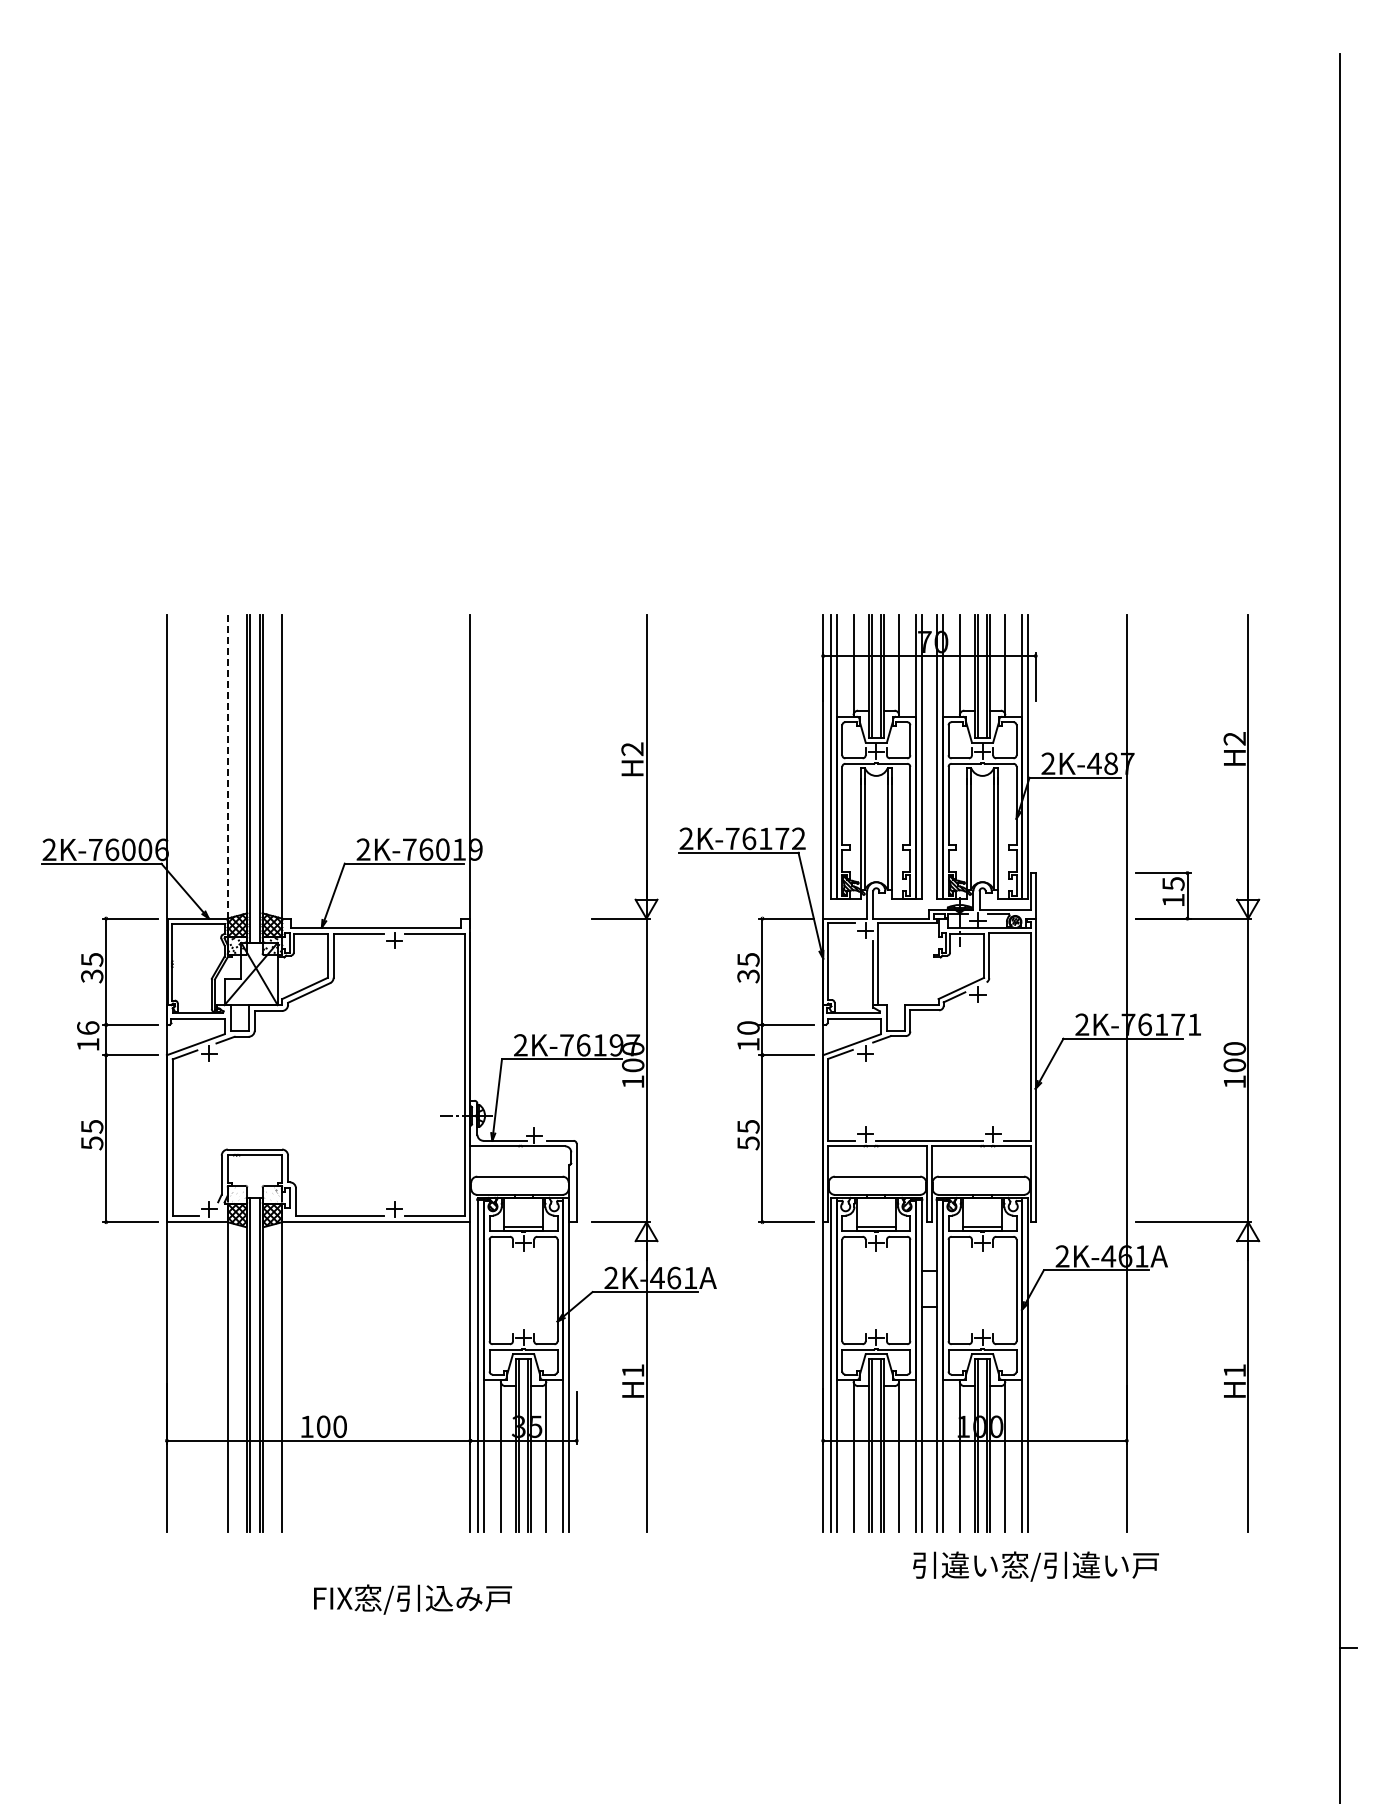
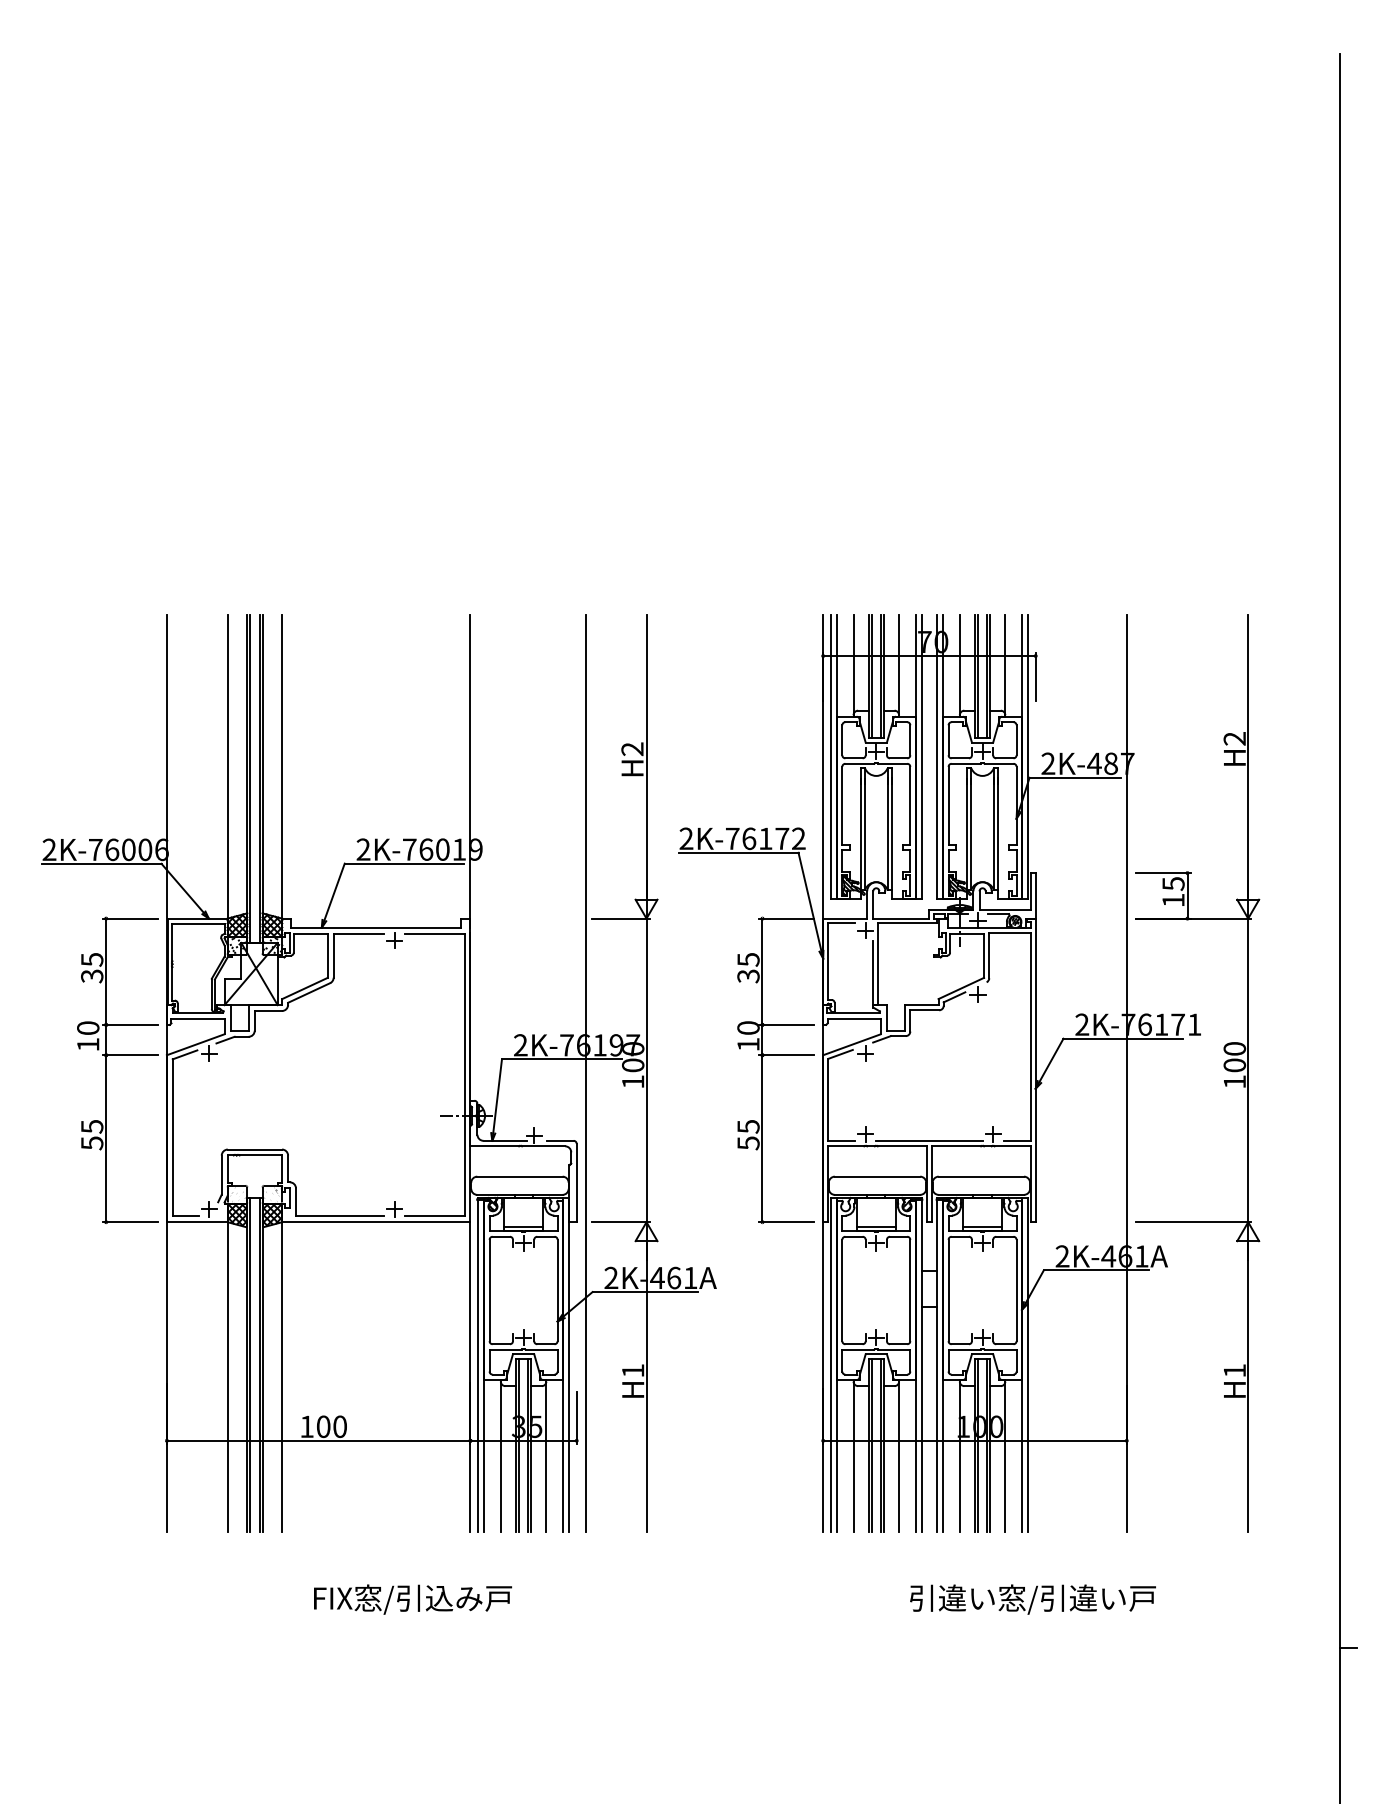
line at (227, 766): dashed -> solid
text at (88, 1027): 16 -> 10
line at (585, 1073): none -> present
text at (1035, 1566) position: (1035, 1566) -> (1032, 1599)
